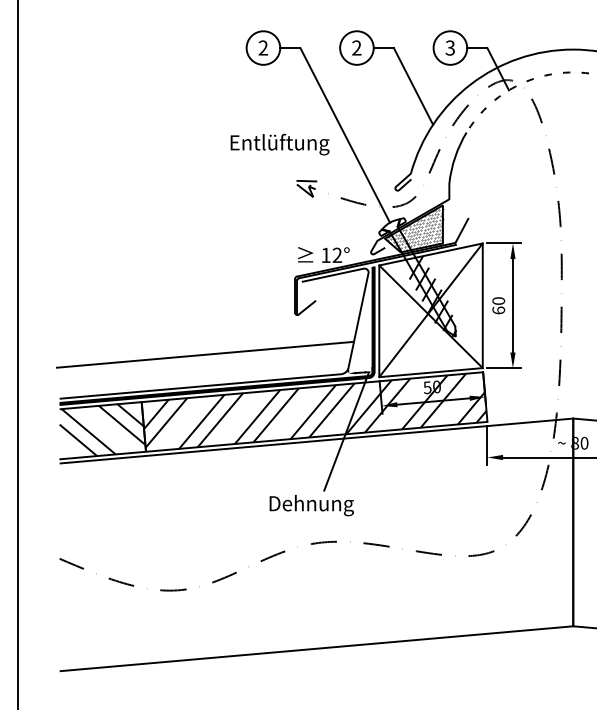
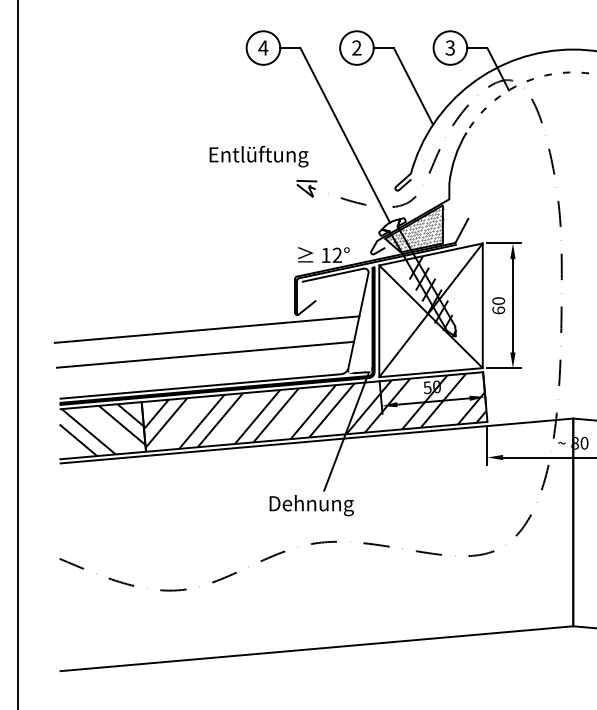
text at (263, 47): 2 -> 4
text at (279, 144) position: (279, 144) -> (258, 156)
line at (206, 329): none -> present
